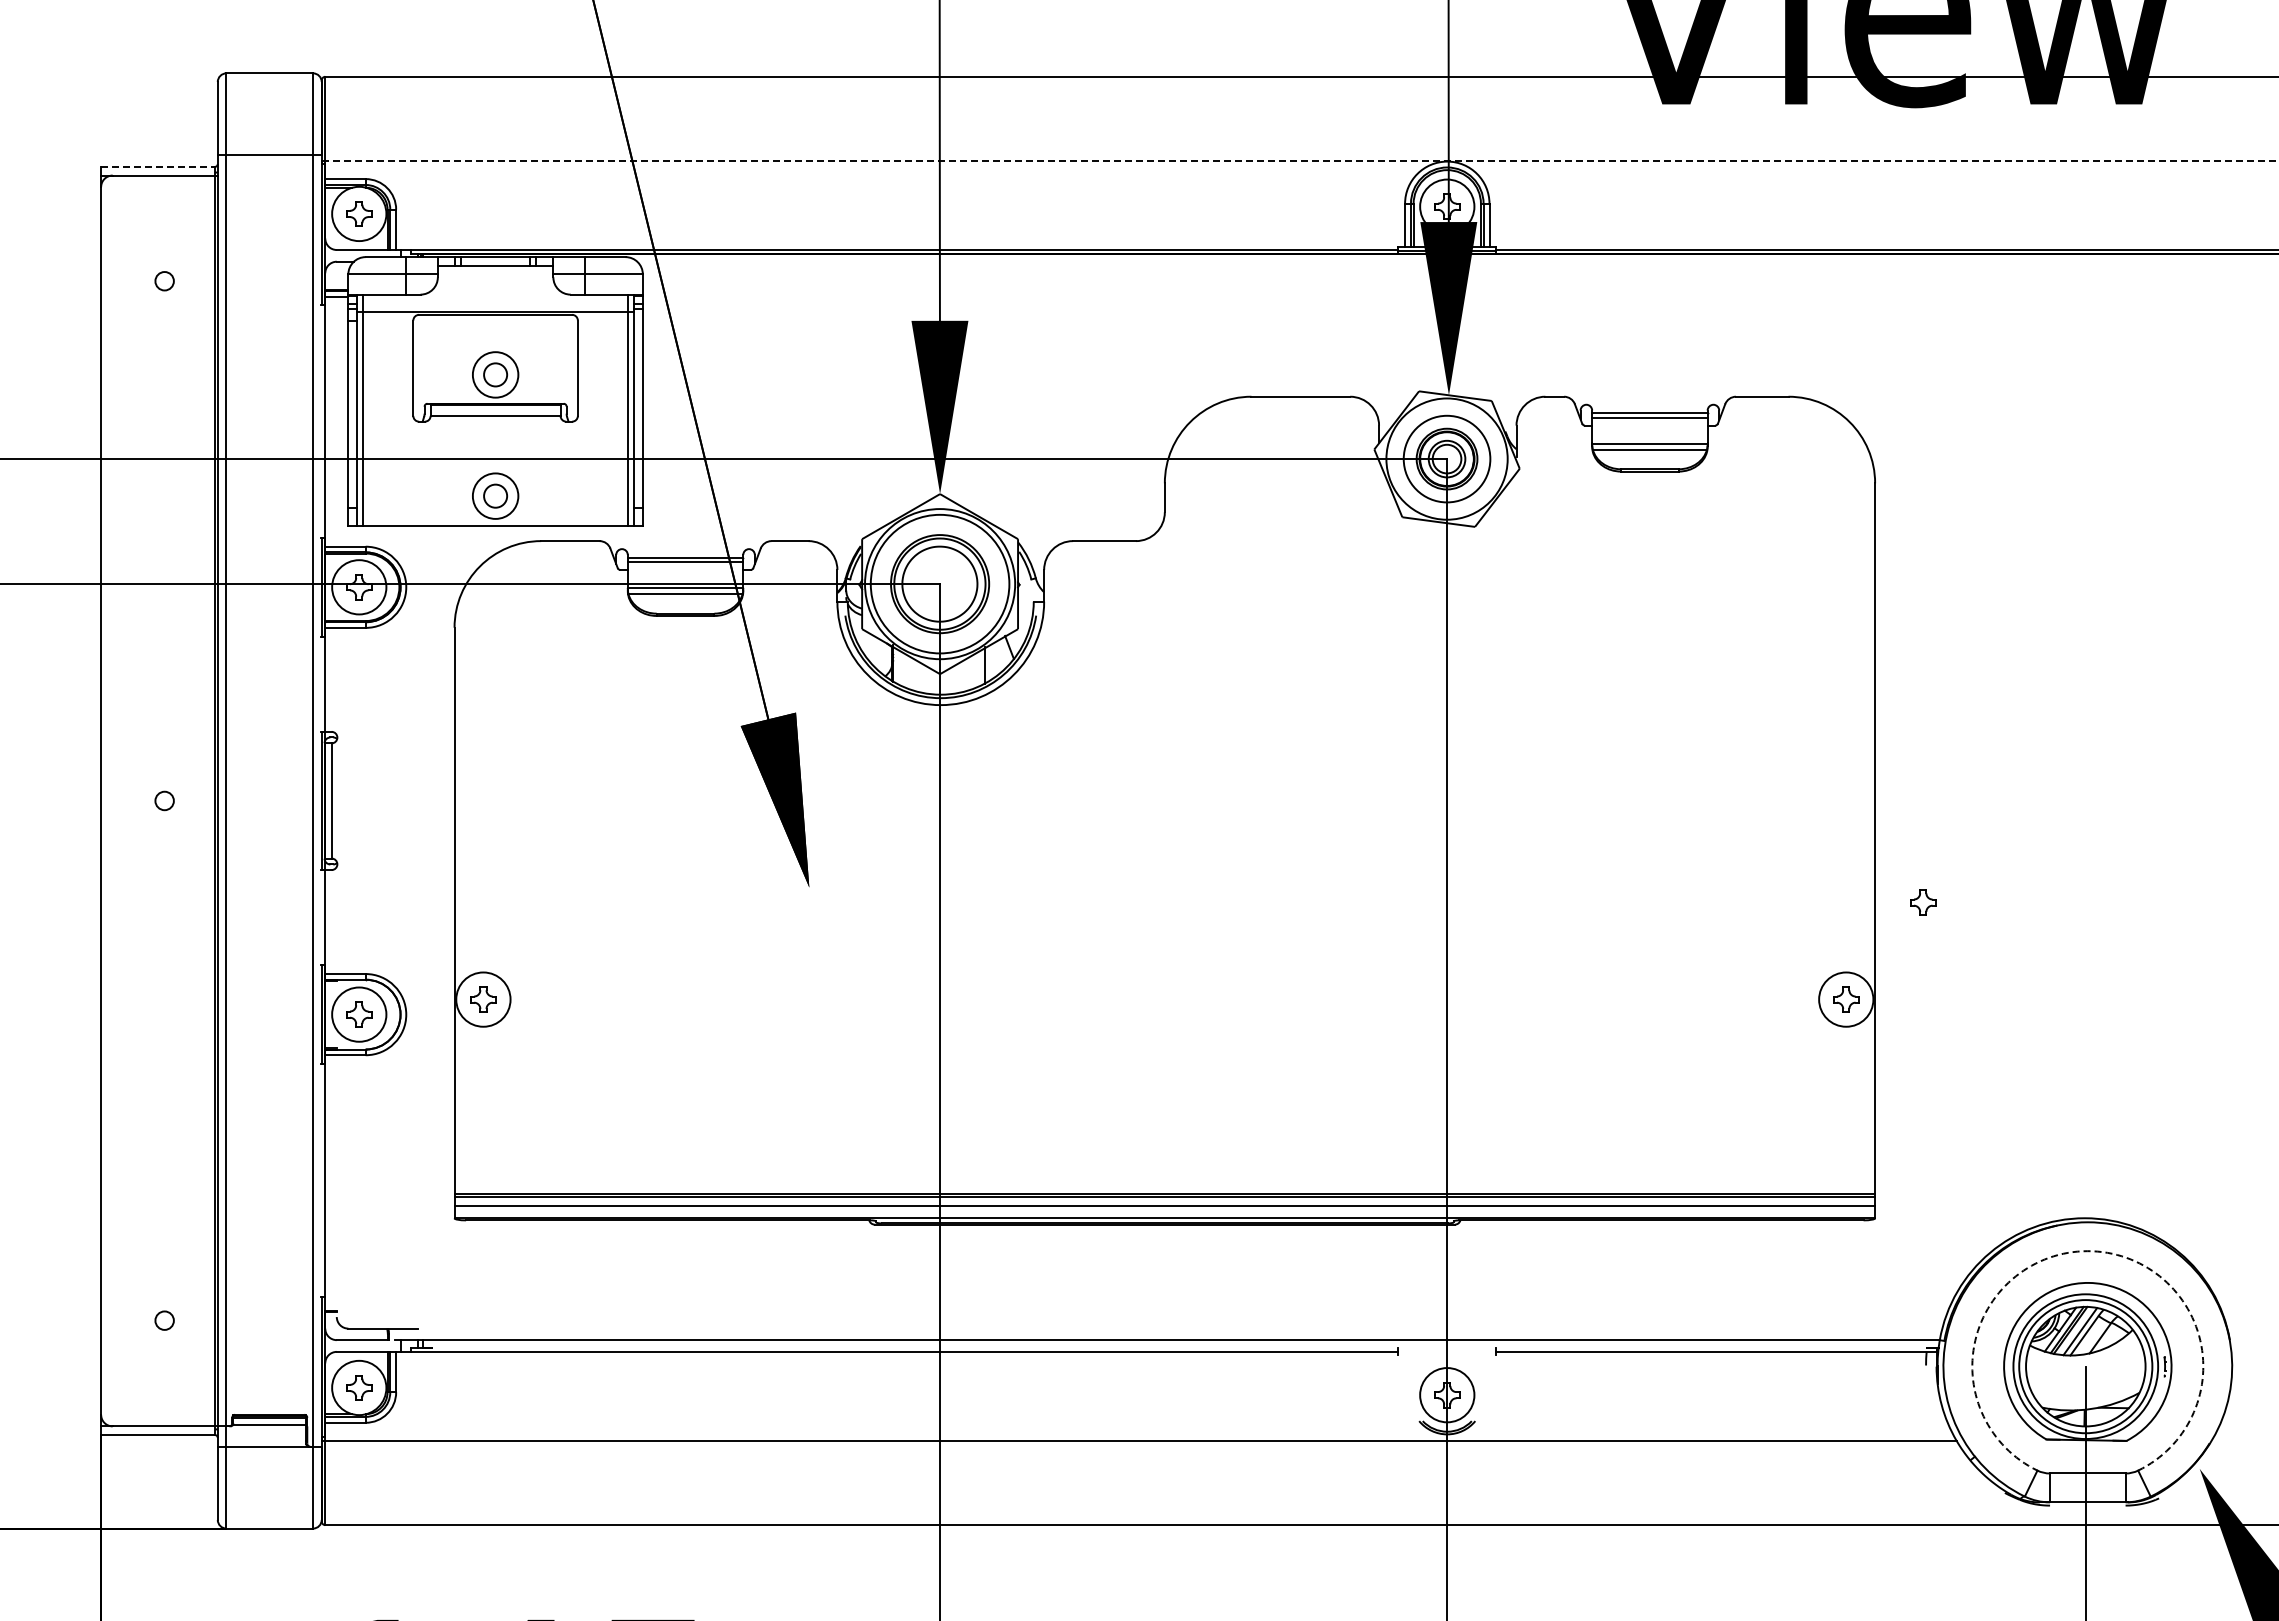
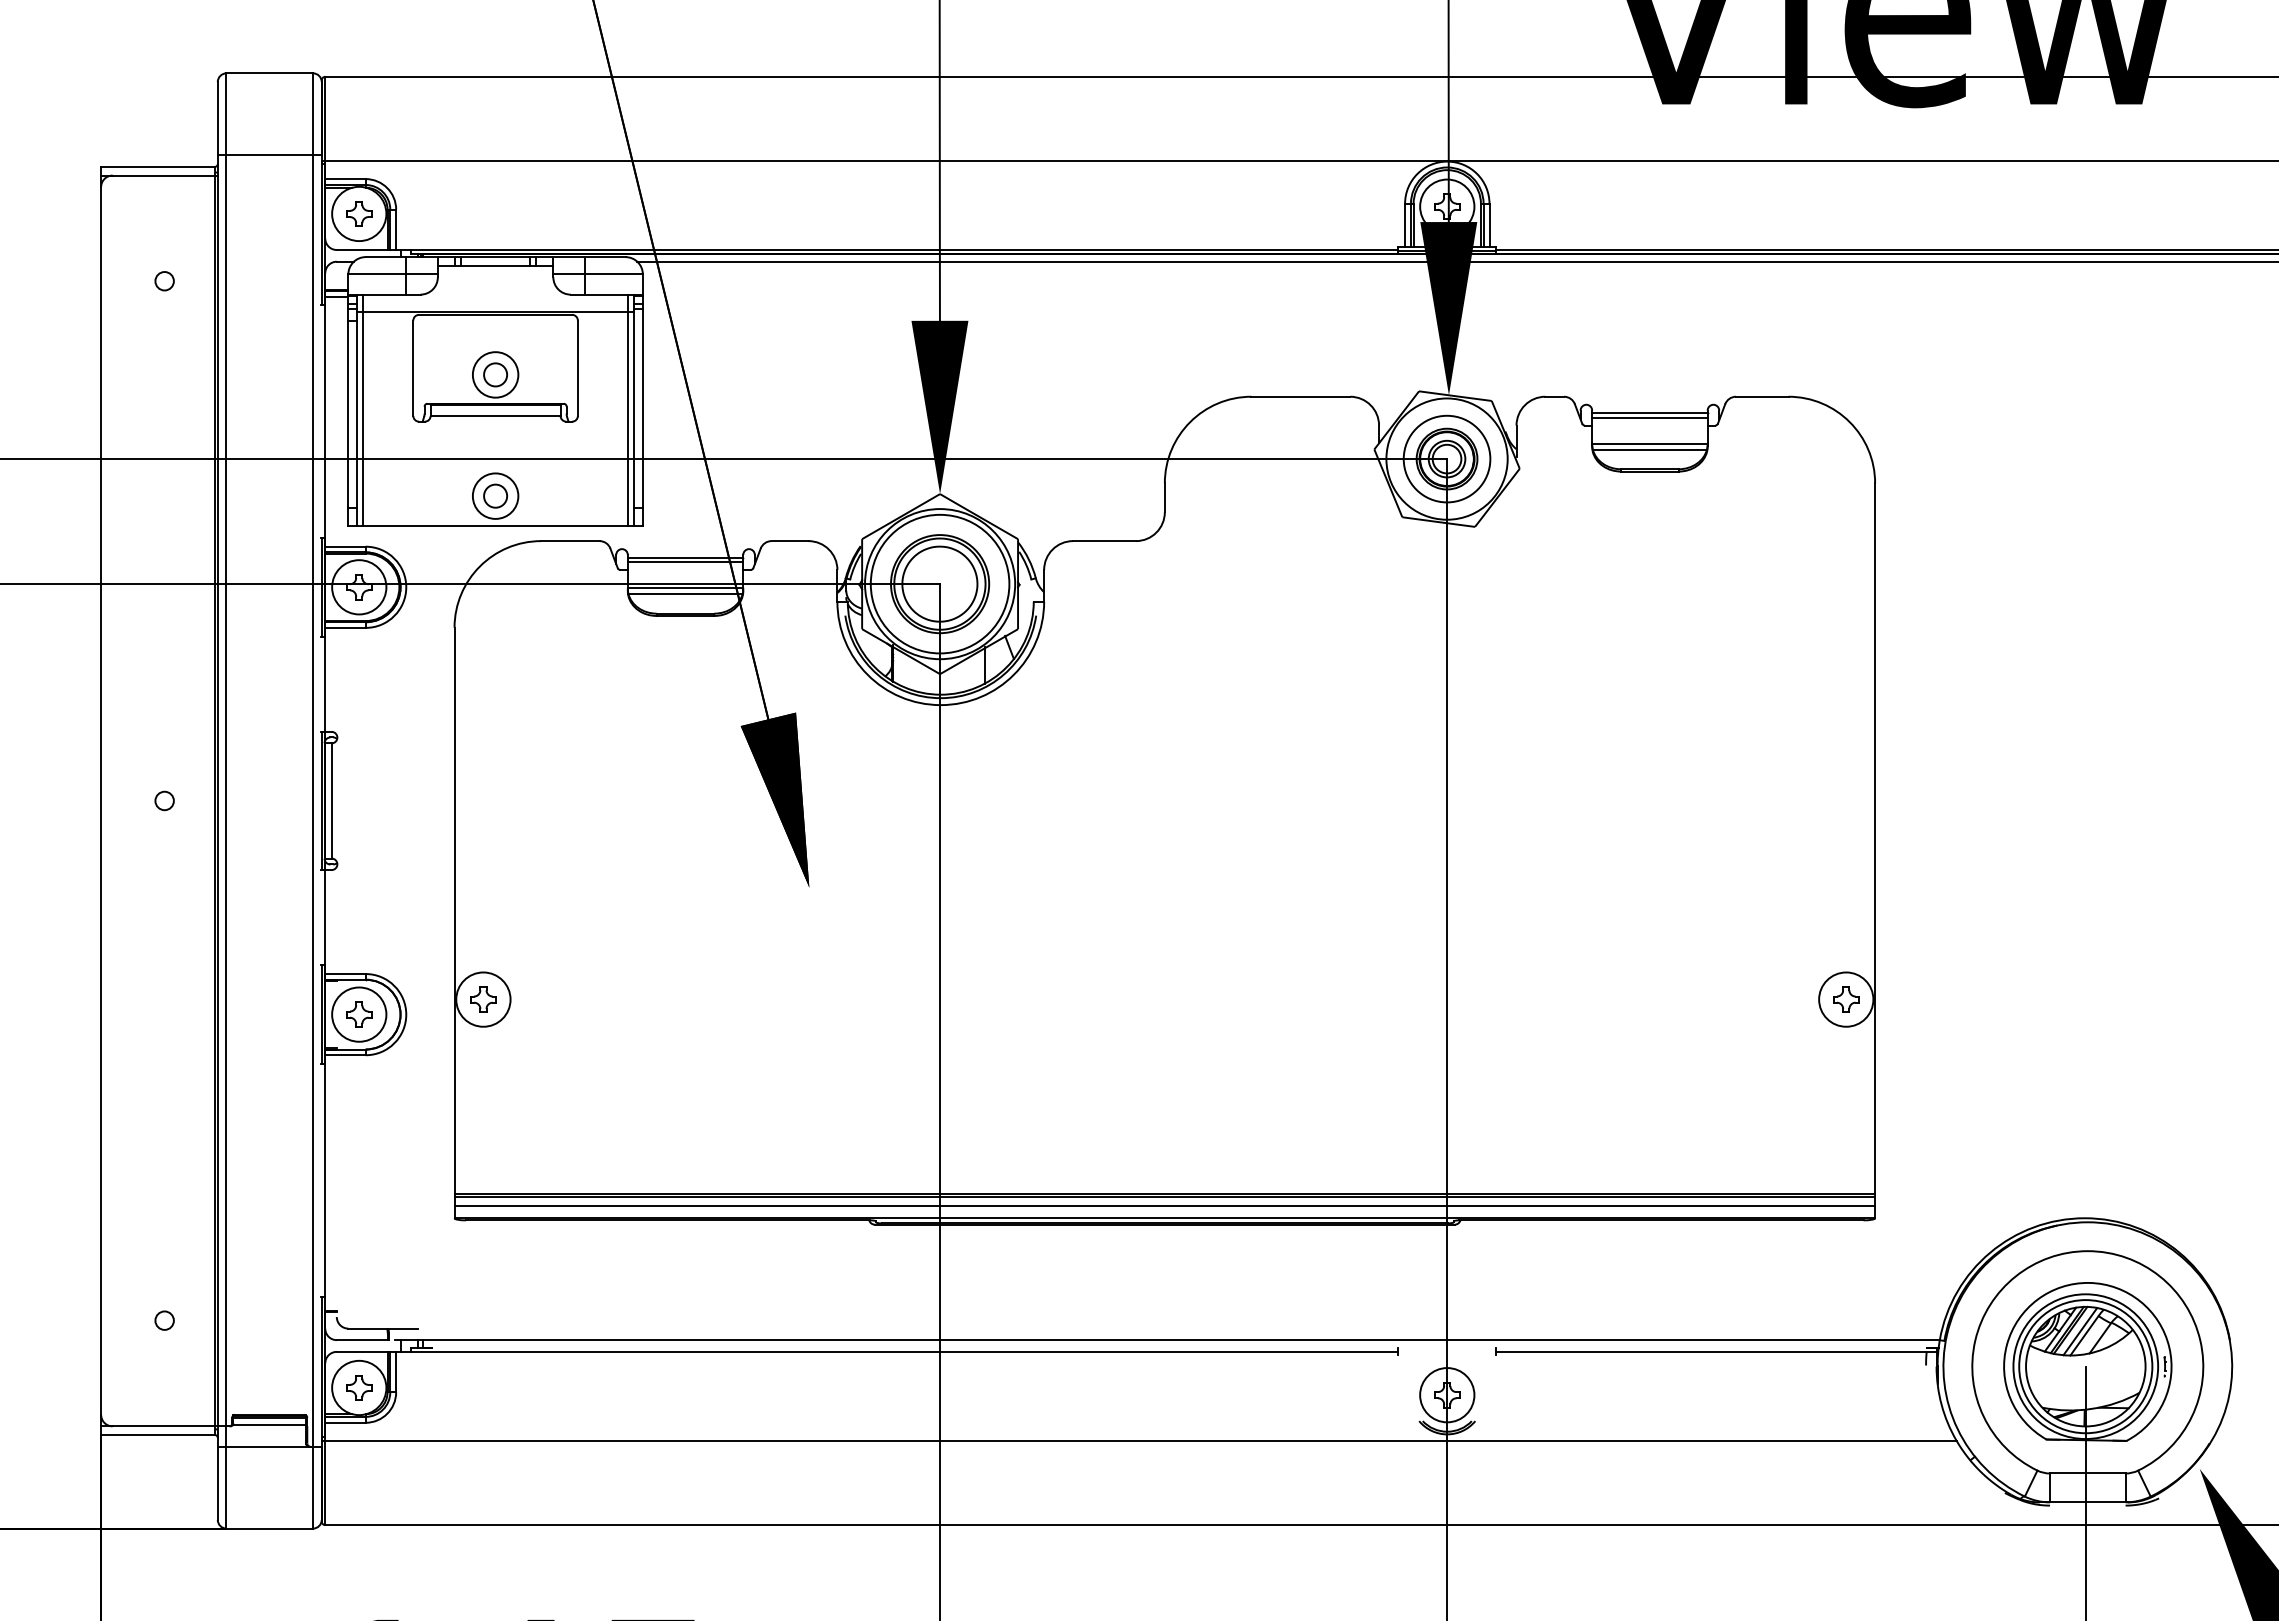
line at (1301, 161): dashed -> solid
line at (158, 166): dashed -> solid
line at (1456, 261): none -> present
part at (1923, 902): present -> none
arc at (2087, 1251): dashed -> solid
